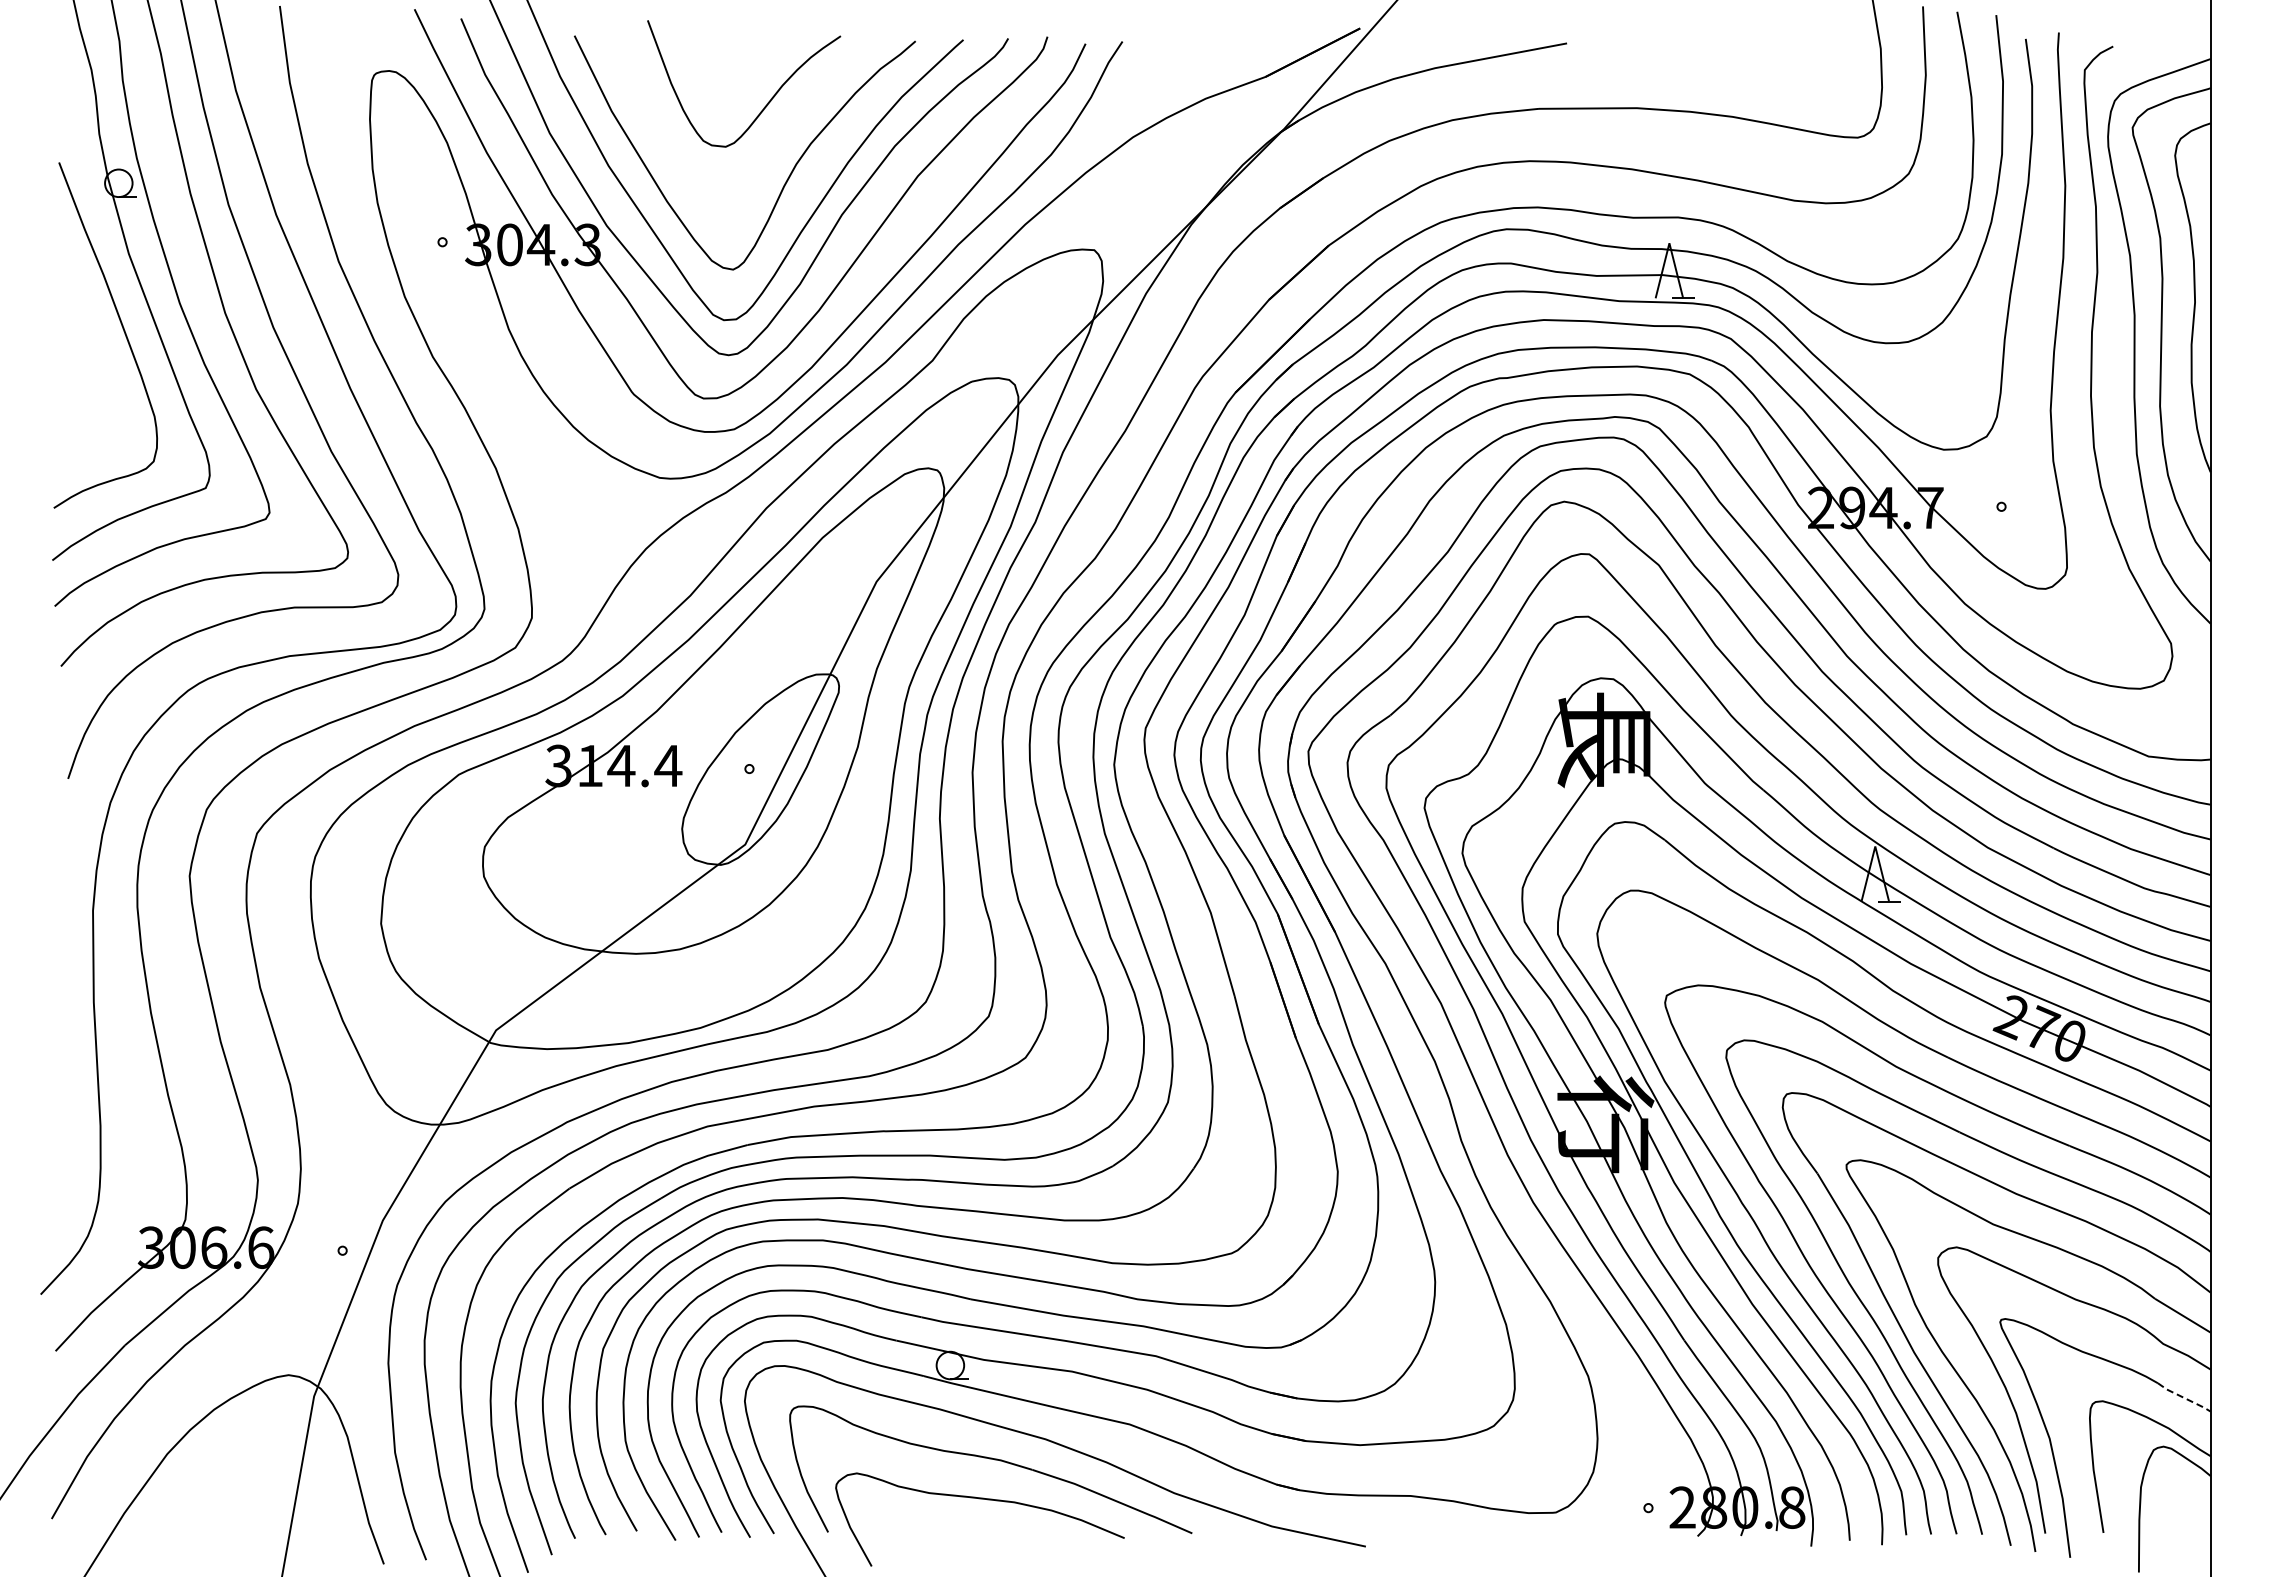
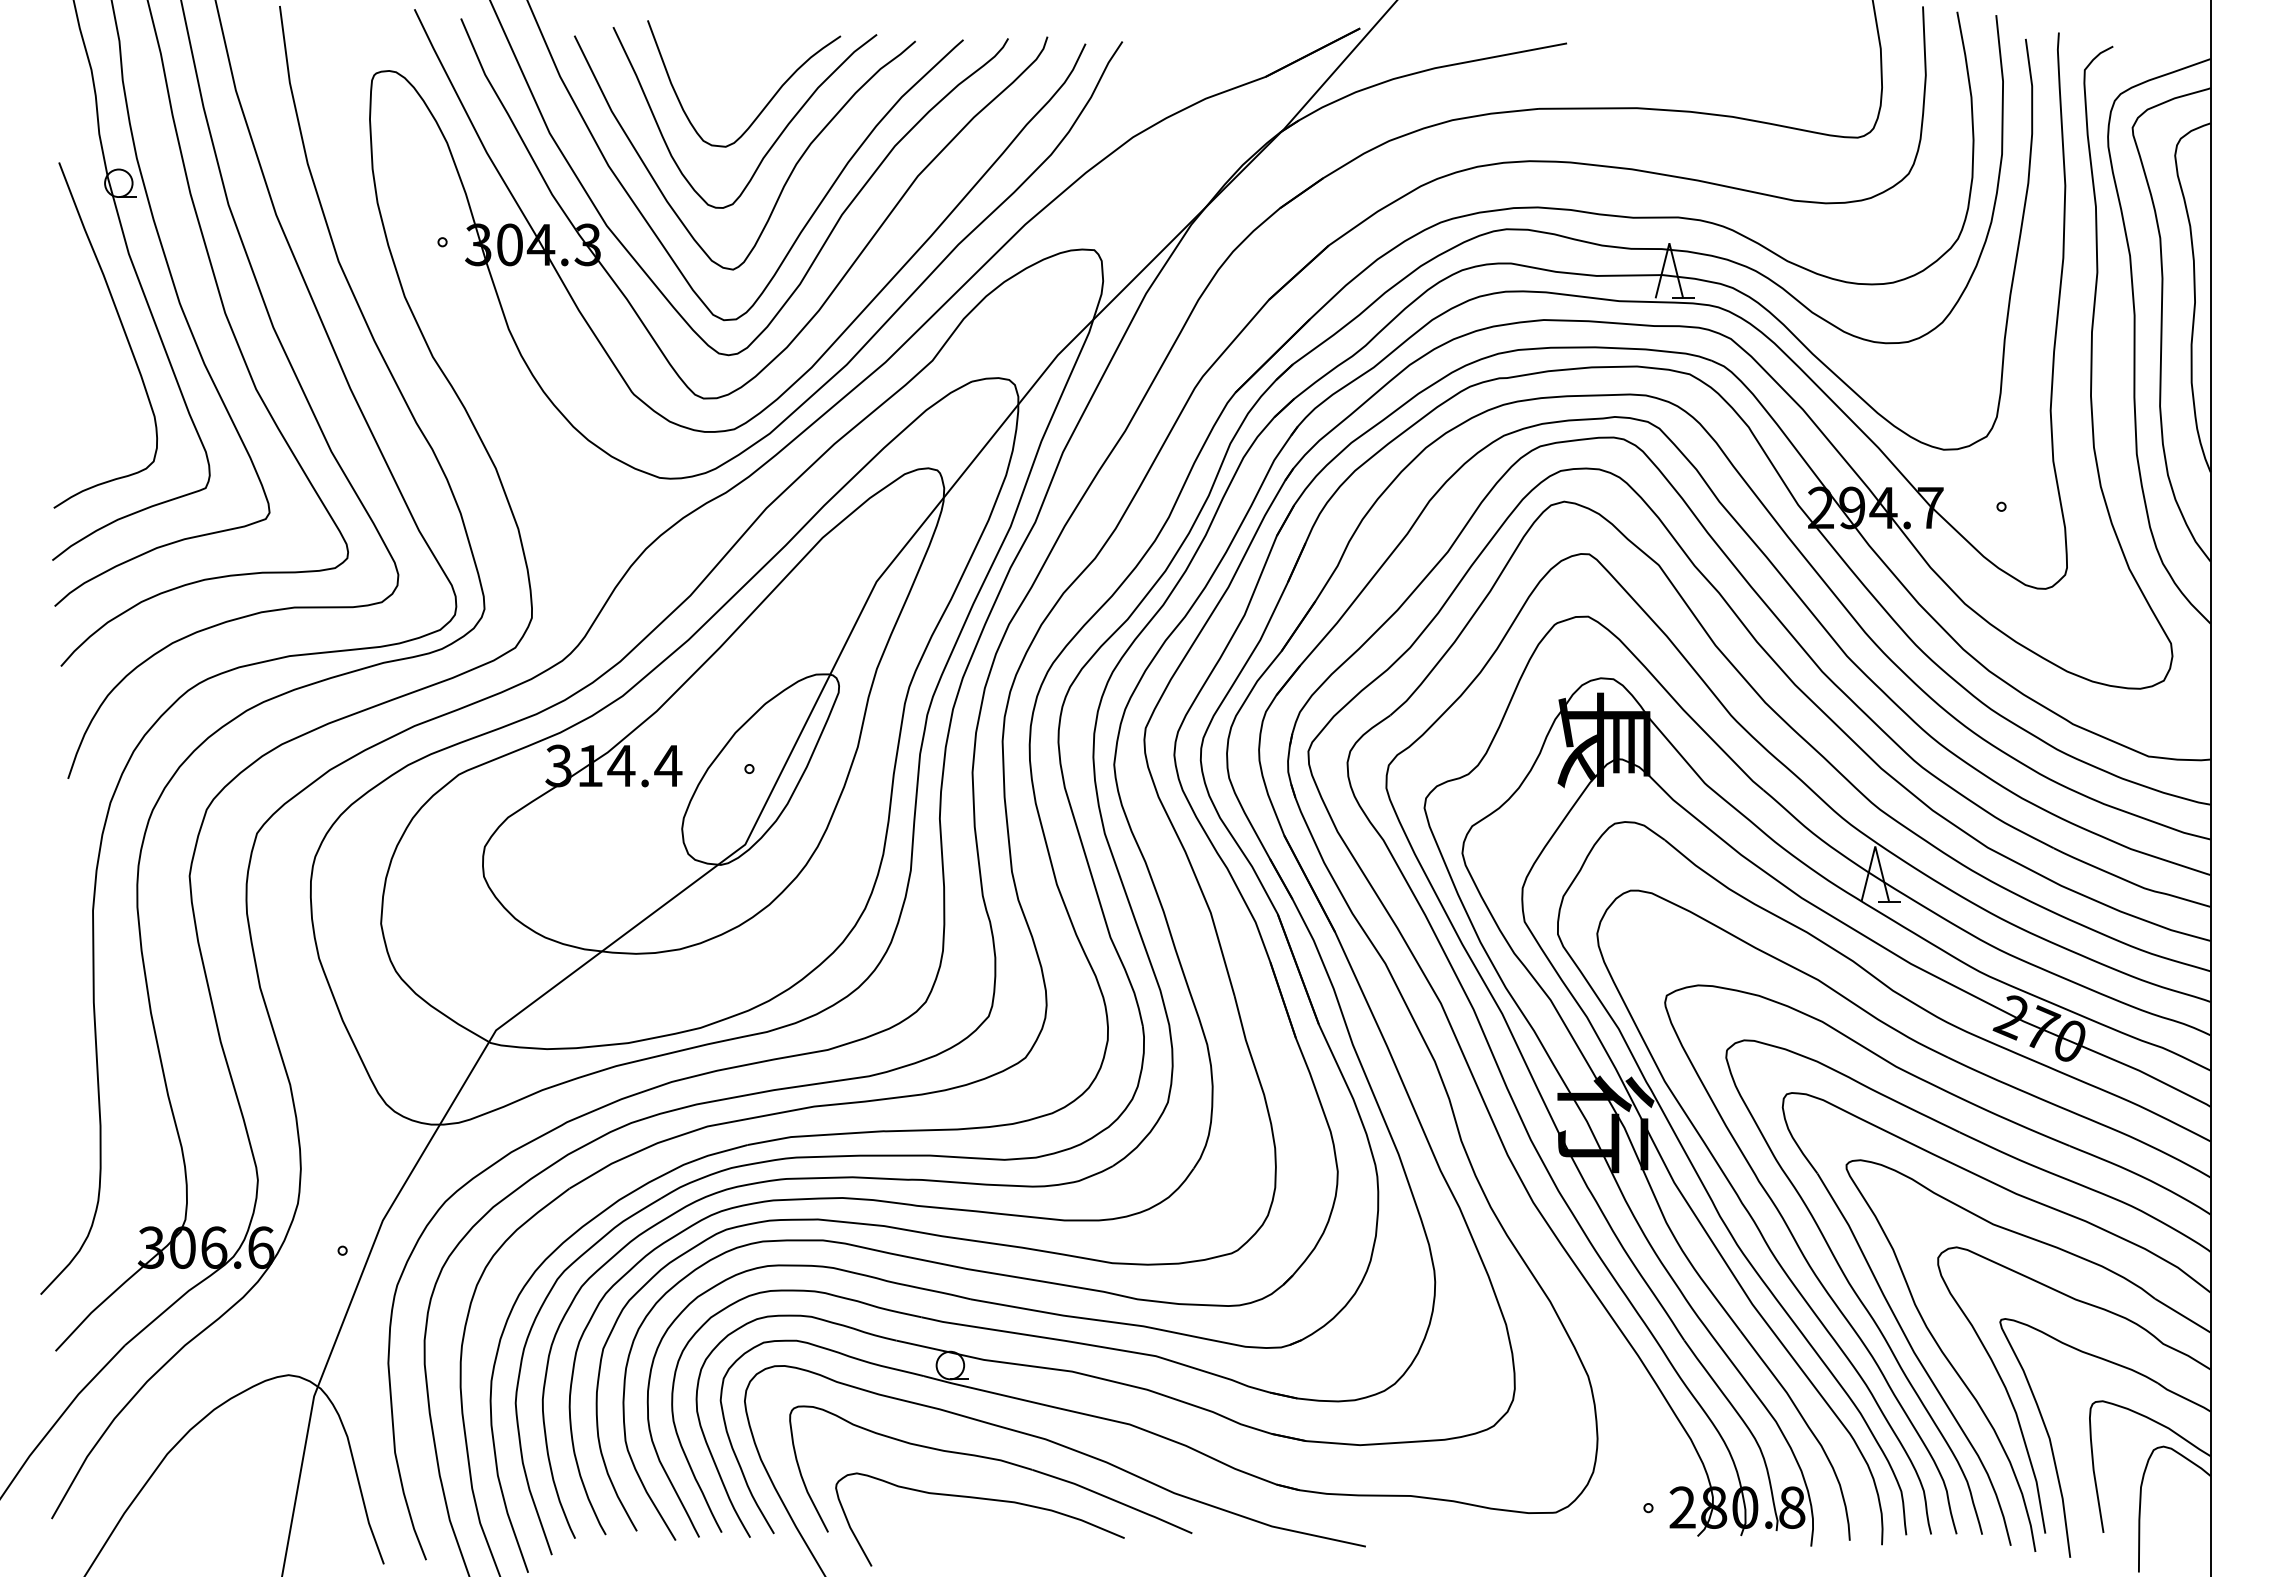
curve at (776, 138): none -> present
line at (2183, 1397): dashed -> solid
